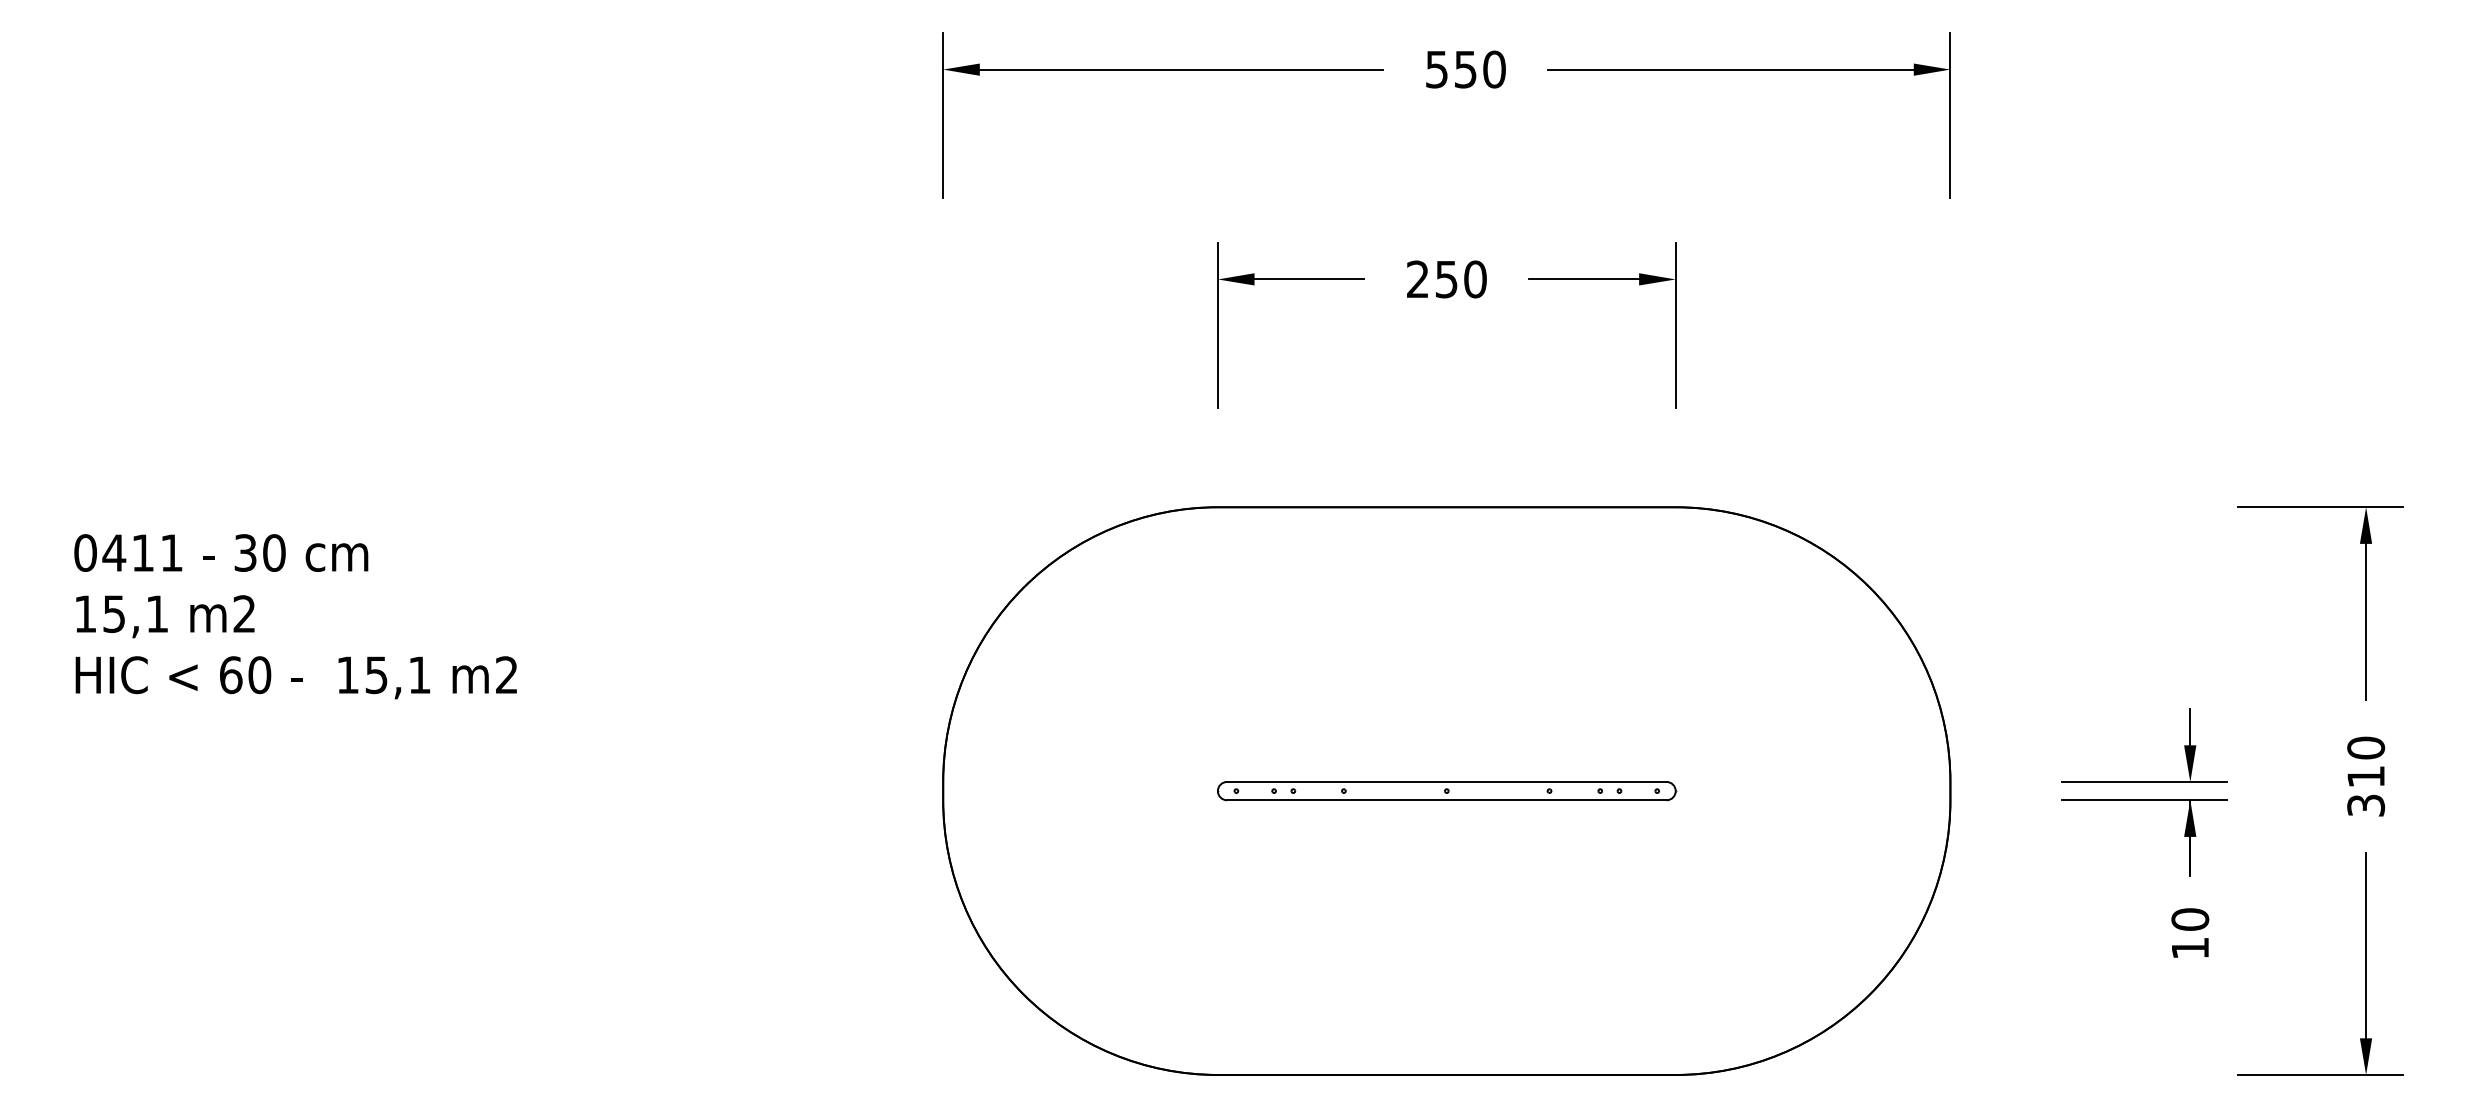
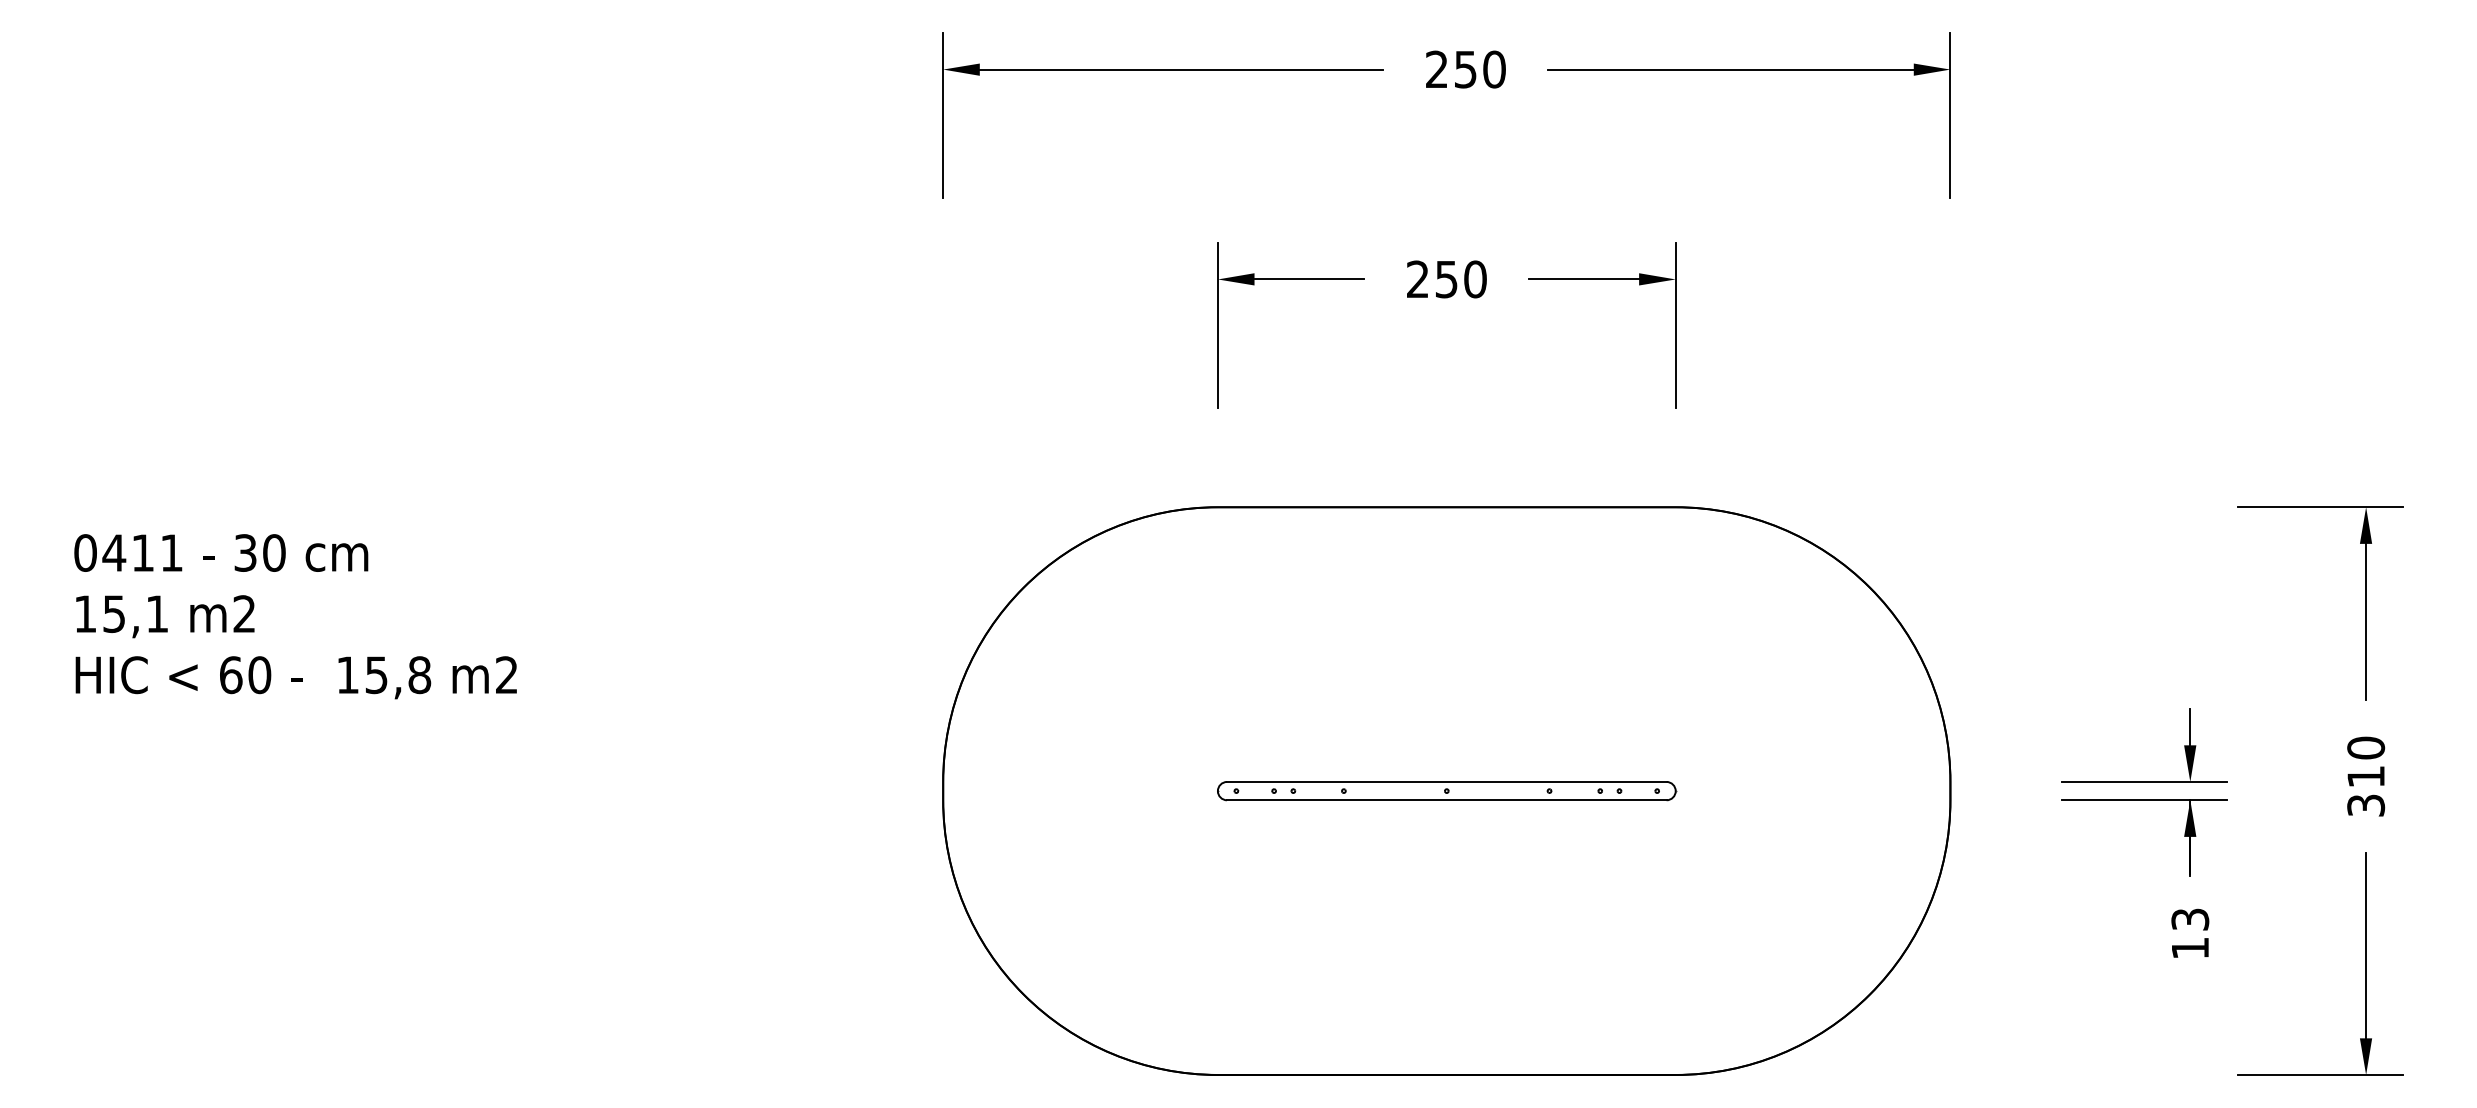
text at (1436, 69): 550 -> 250
text at (419, 675): 15,1 -> 15,8
text at (2190, 919): 10 -> 13
